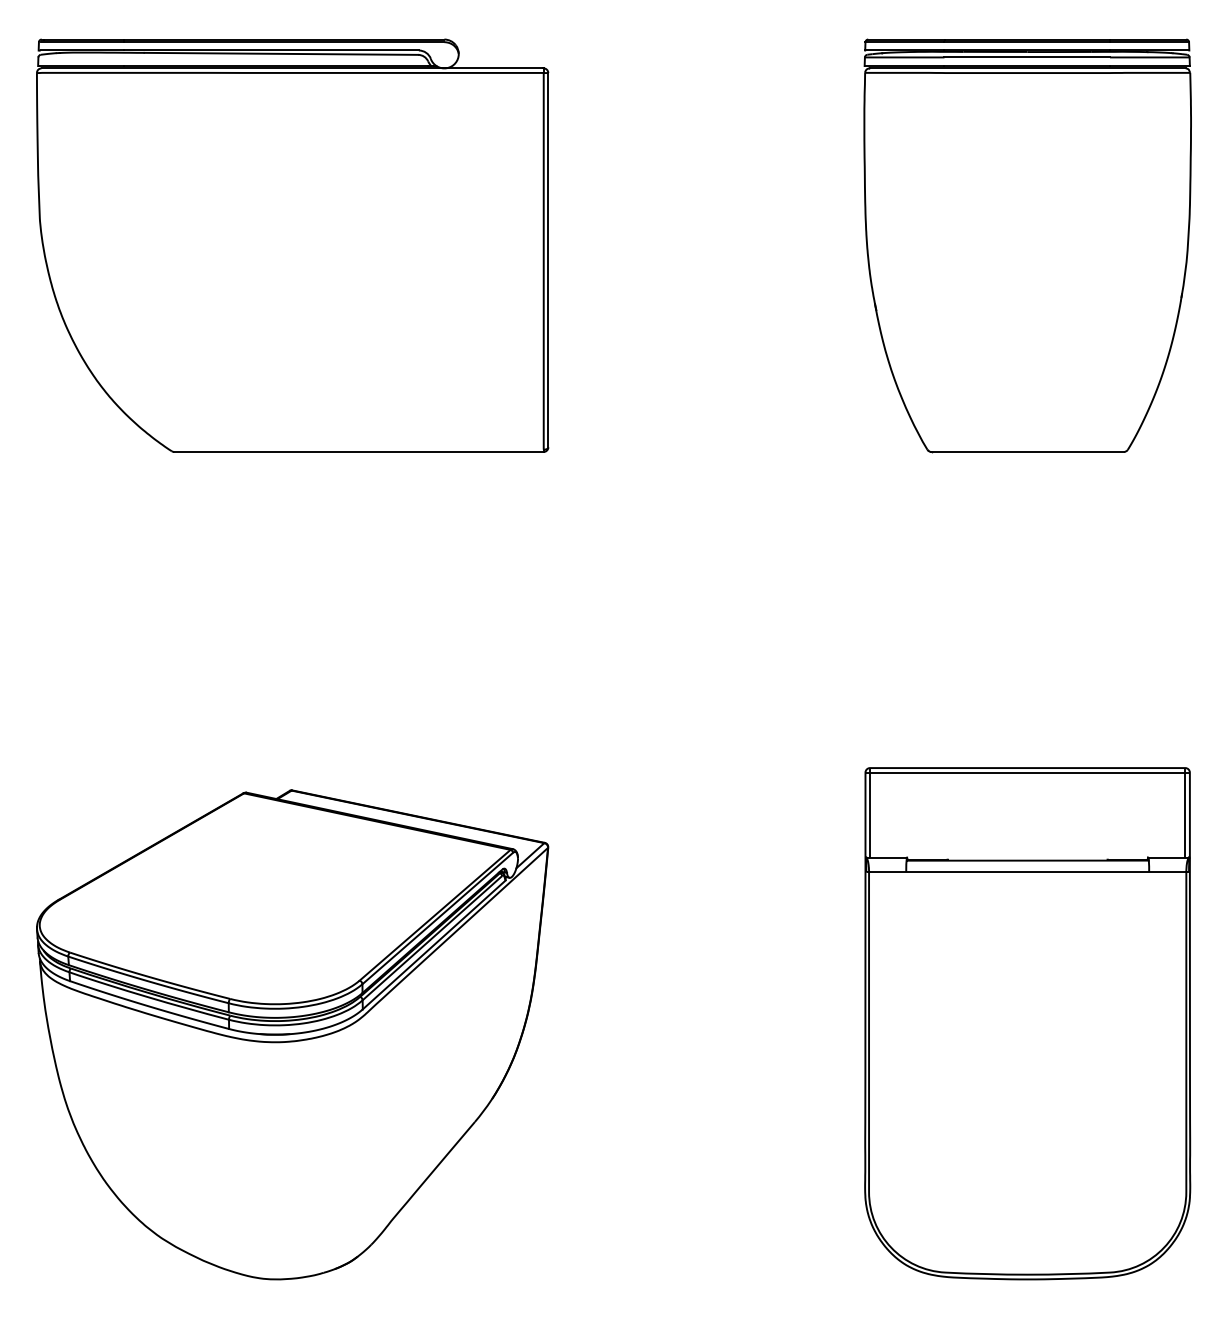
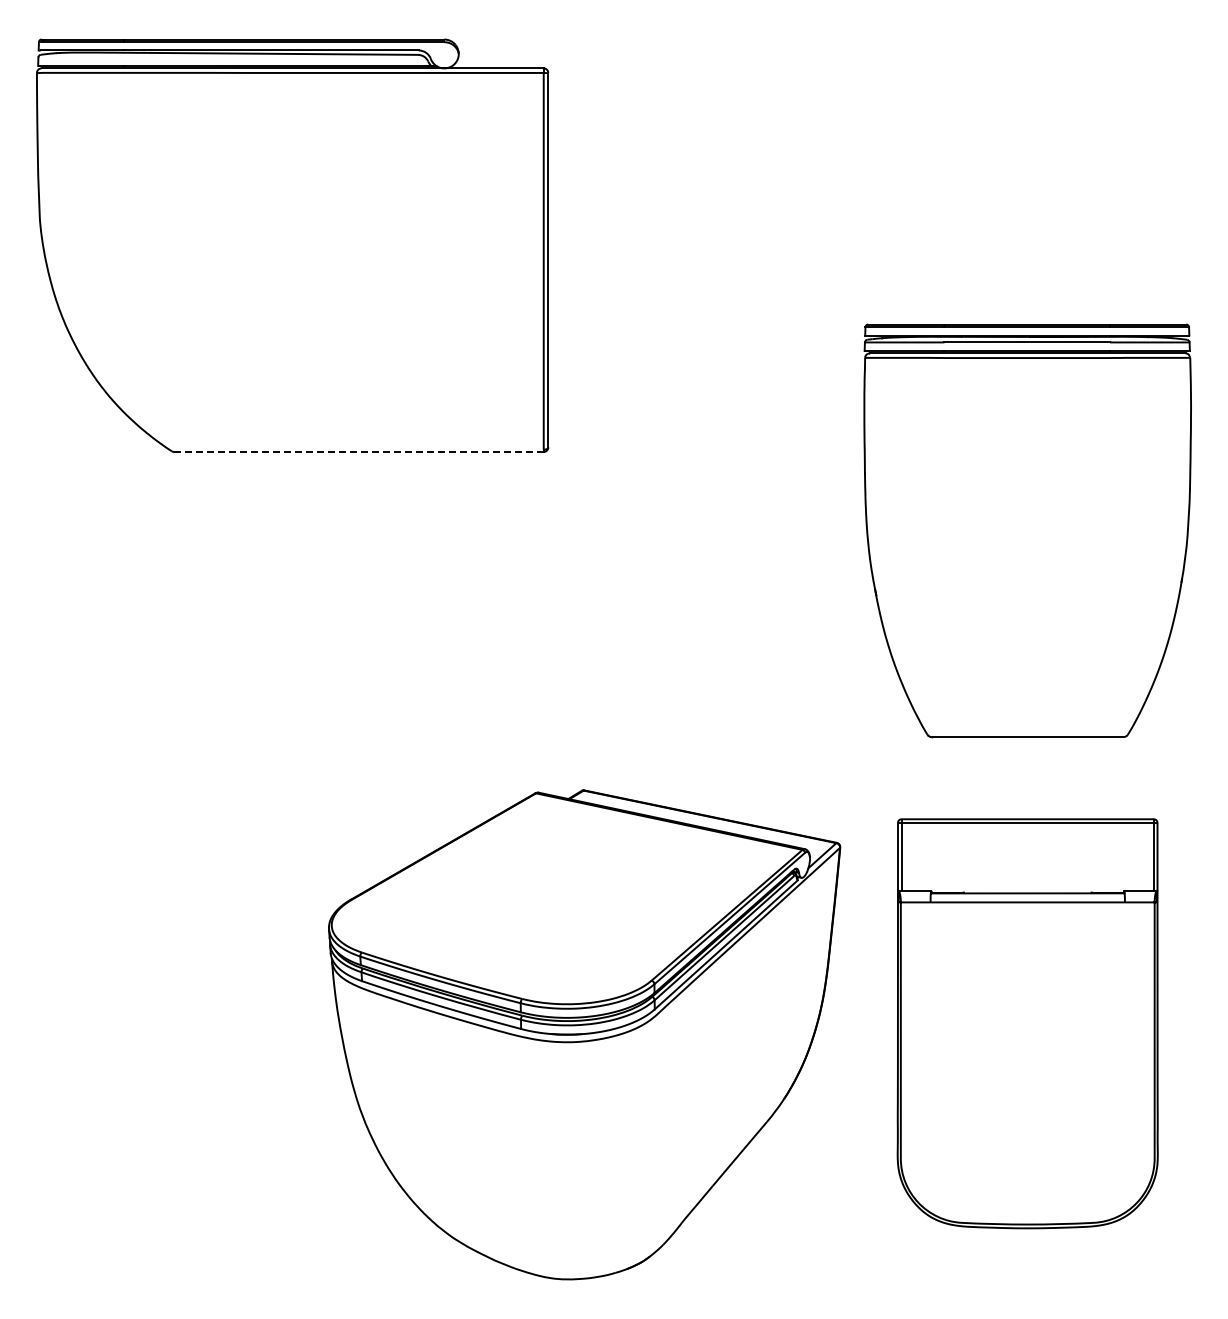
part at (1027, 245) position: (1027, 245) -> (1027, 530)
line at (359, 451): solid -> dashed
part at (1027, 1023) size: 328x514 px -> 263x412 px
part at (292, 1034) position: (292, 1034) -> (584, 1034)
